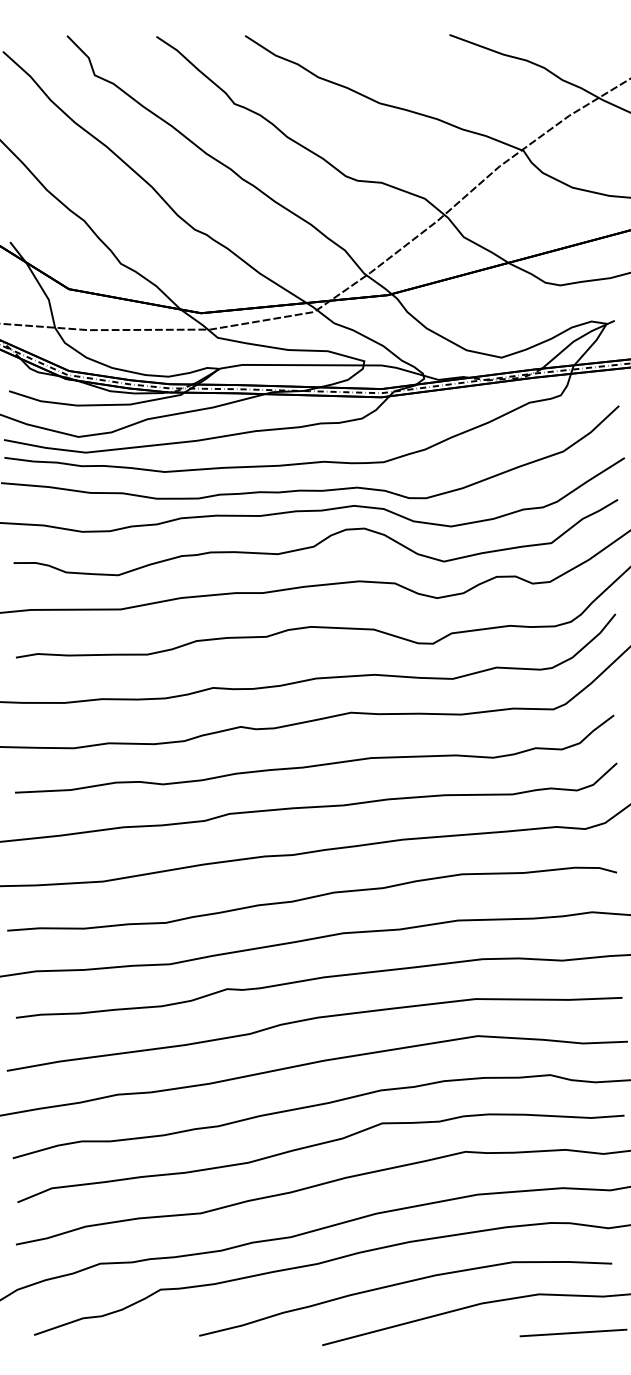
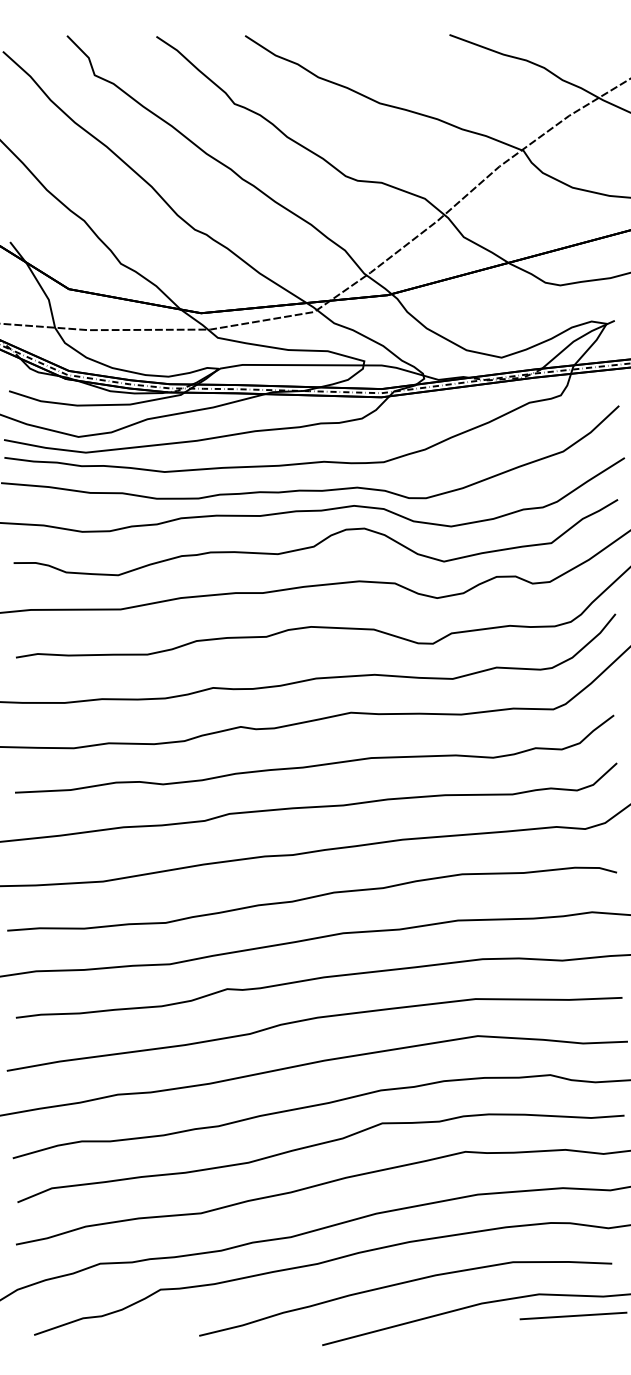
line at (573, 1332) position: (573, 1332) -> (573, 1315)
